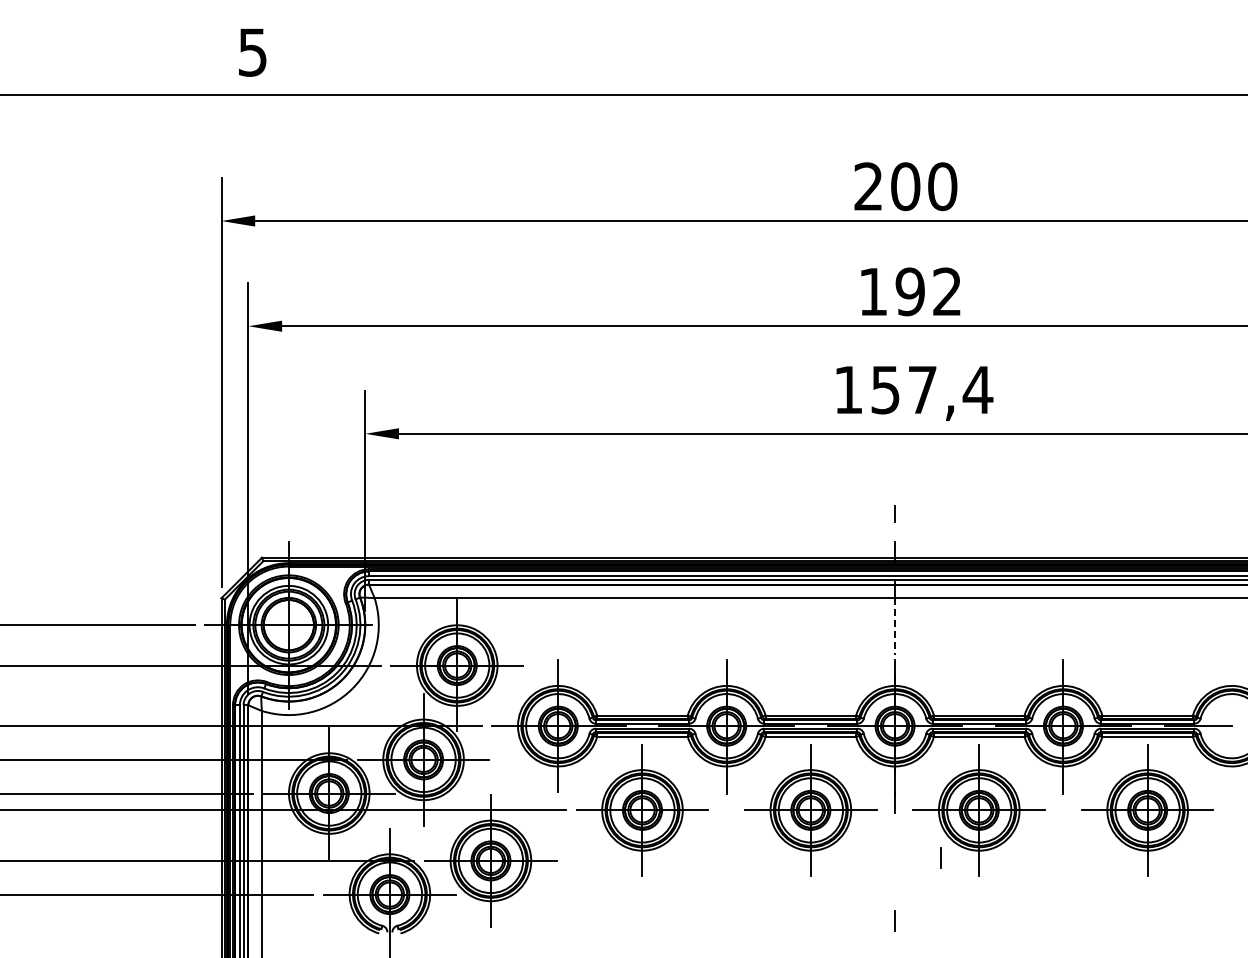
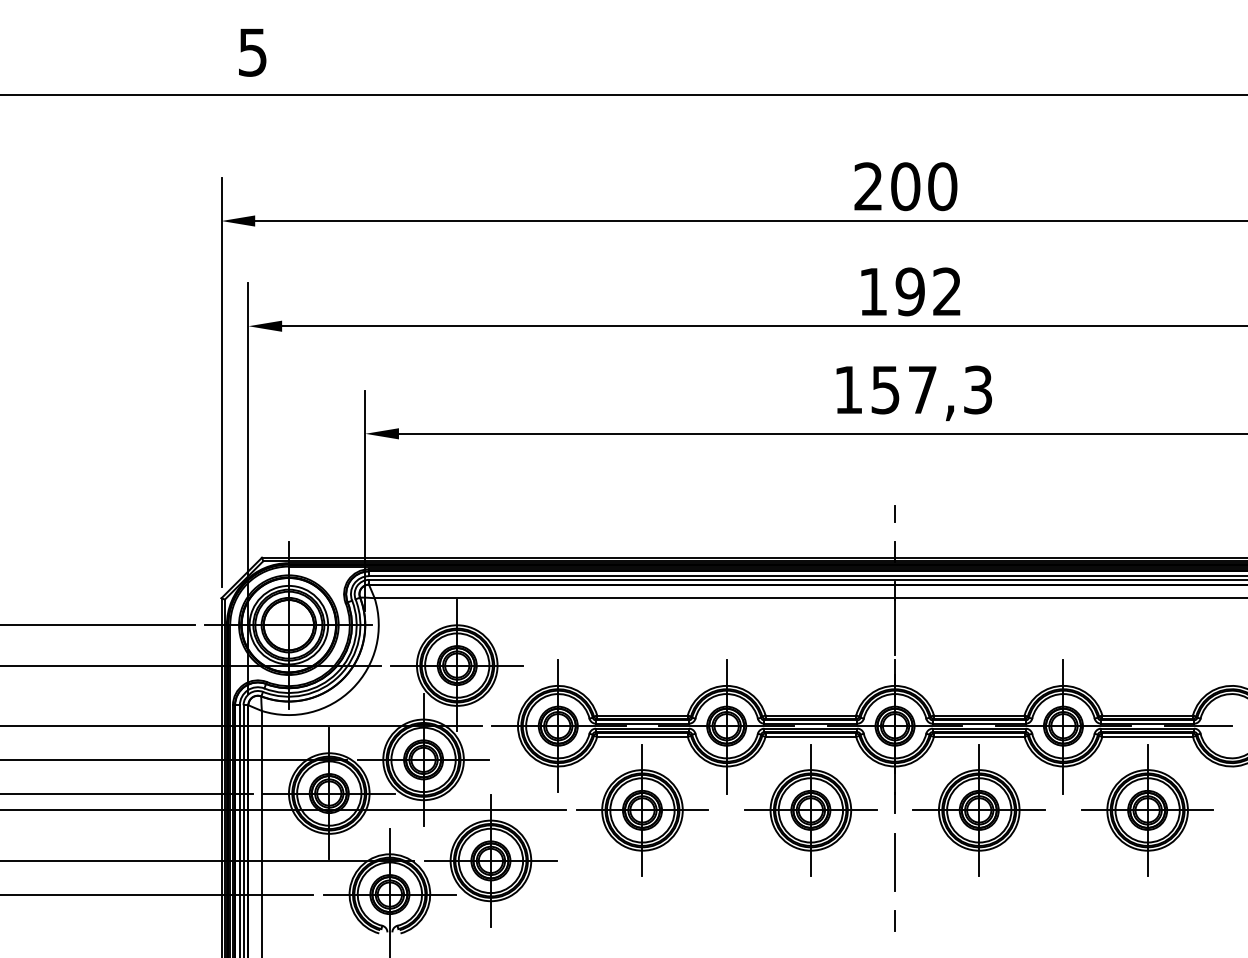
text at (977, 389): 157,4 -> 157,3
line at (895, 626): dashed -> solid
line at (940, 857): present -> none
line at (895, 861): none -> present
